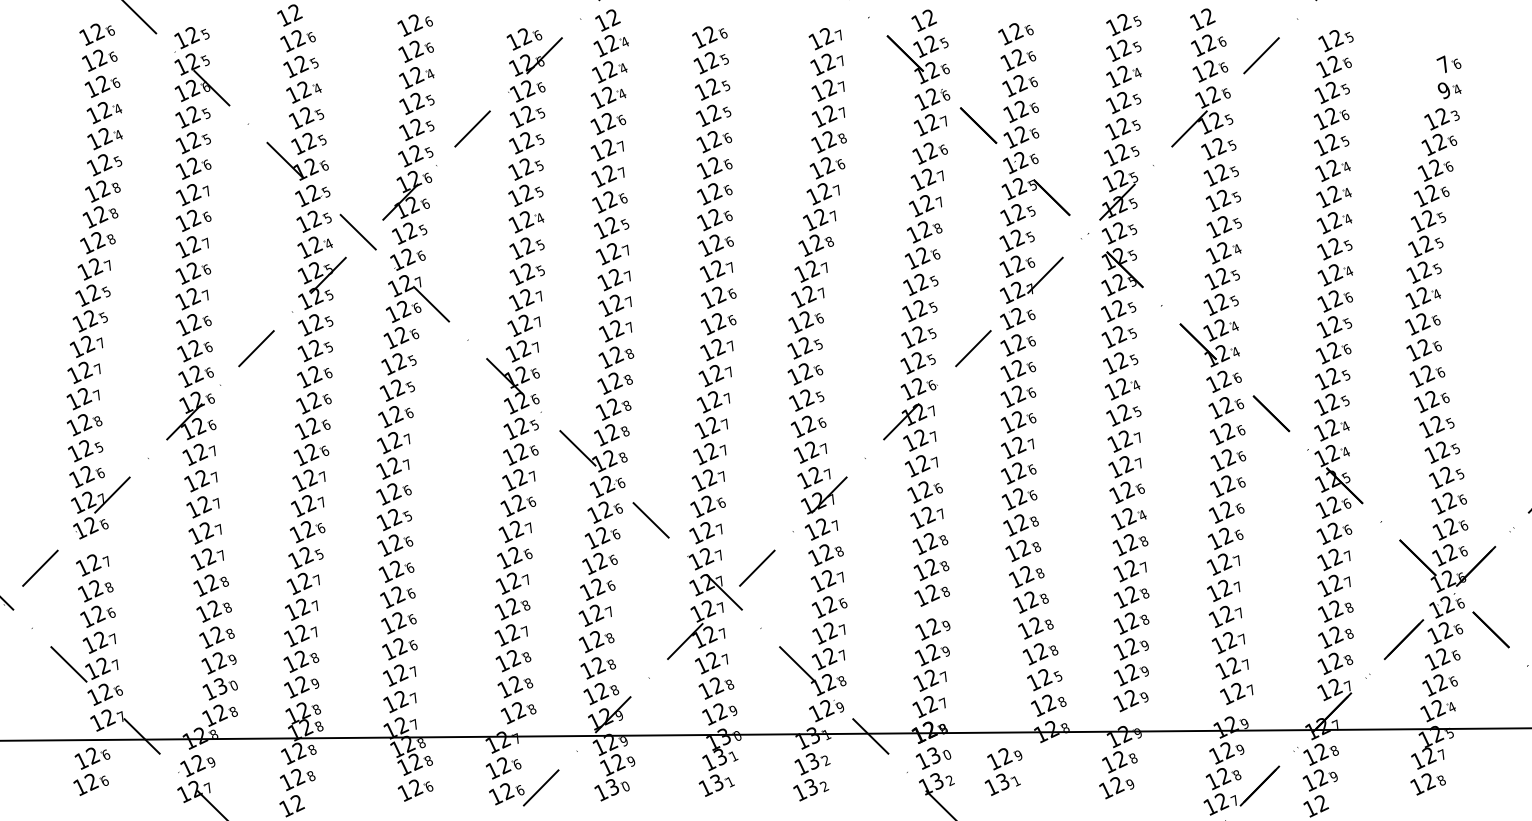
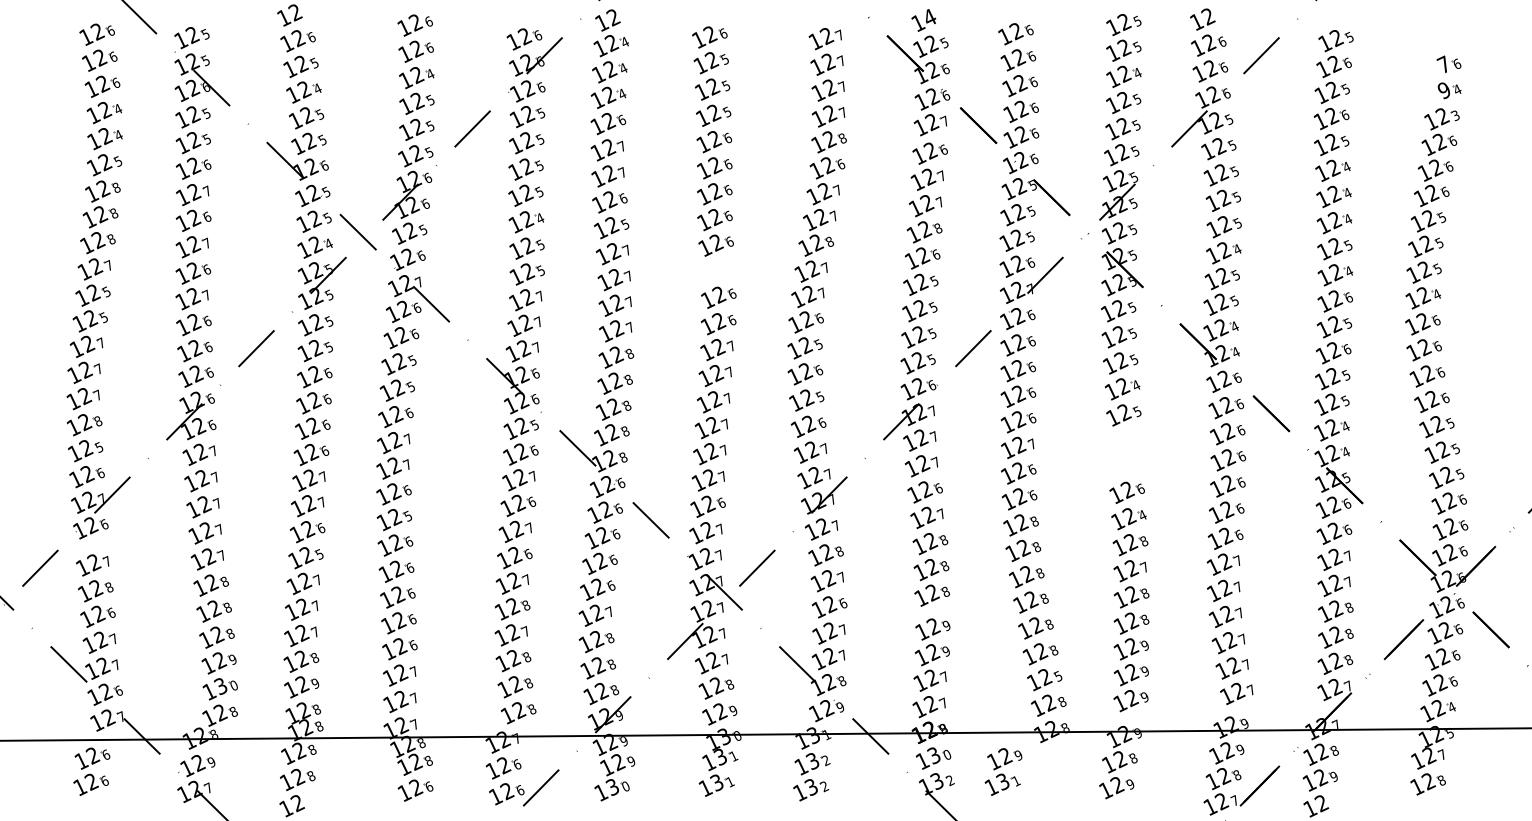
text at (929, 17): 12 -> 14
part at (716, 271): present -> none
part at (1124, 454): present -> none
